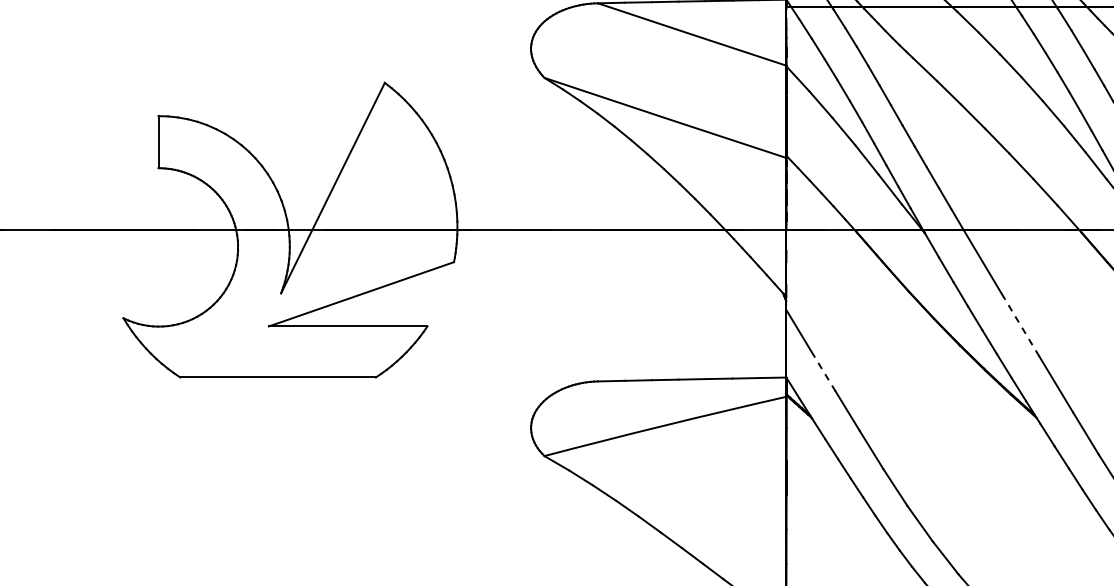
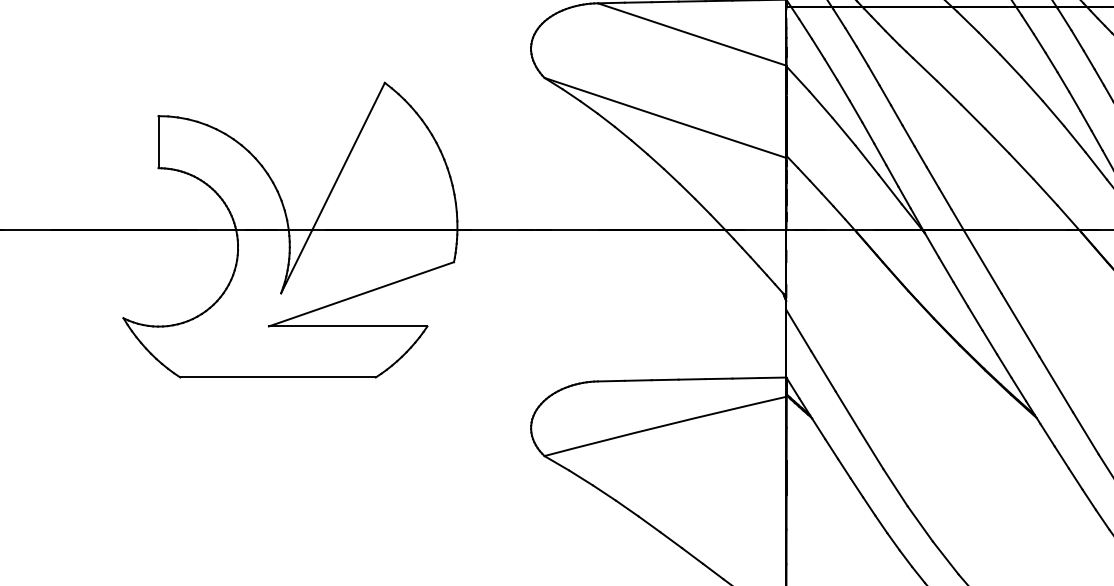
line at (1020, 325): dashed -> solid
line at (823, 371): dashed -> solid
